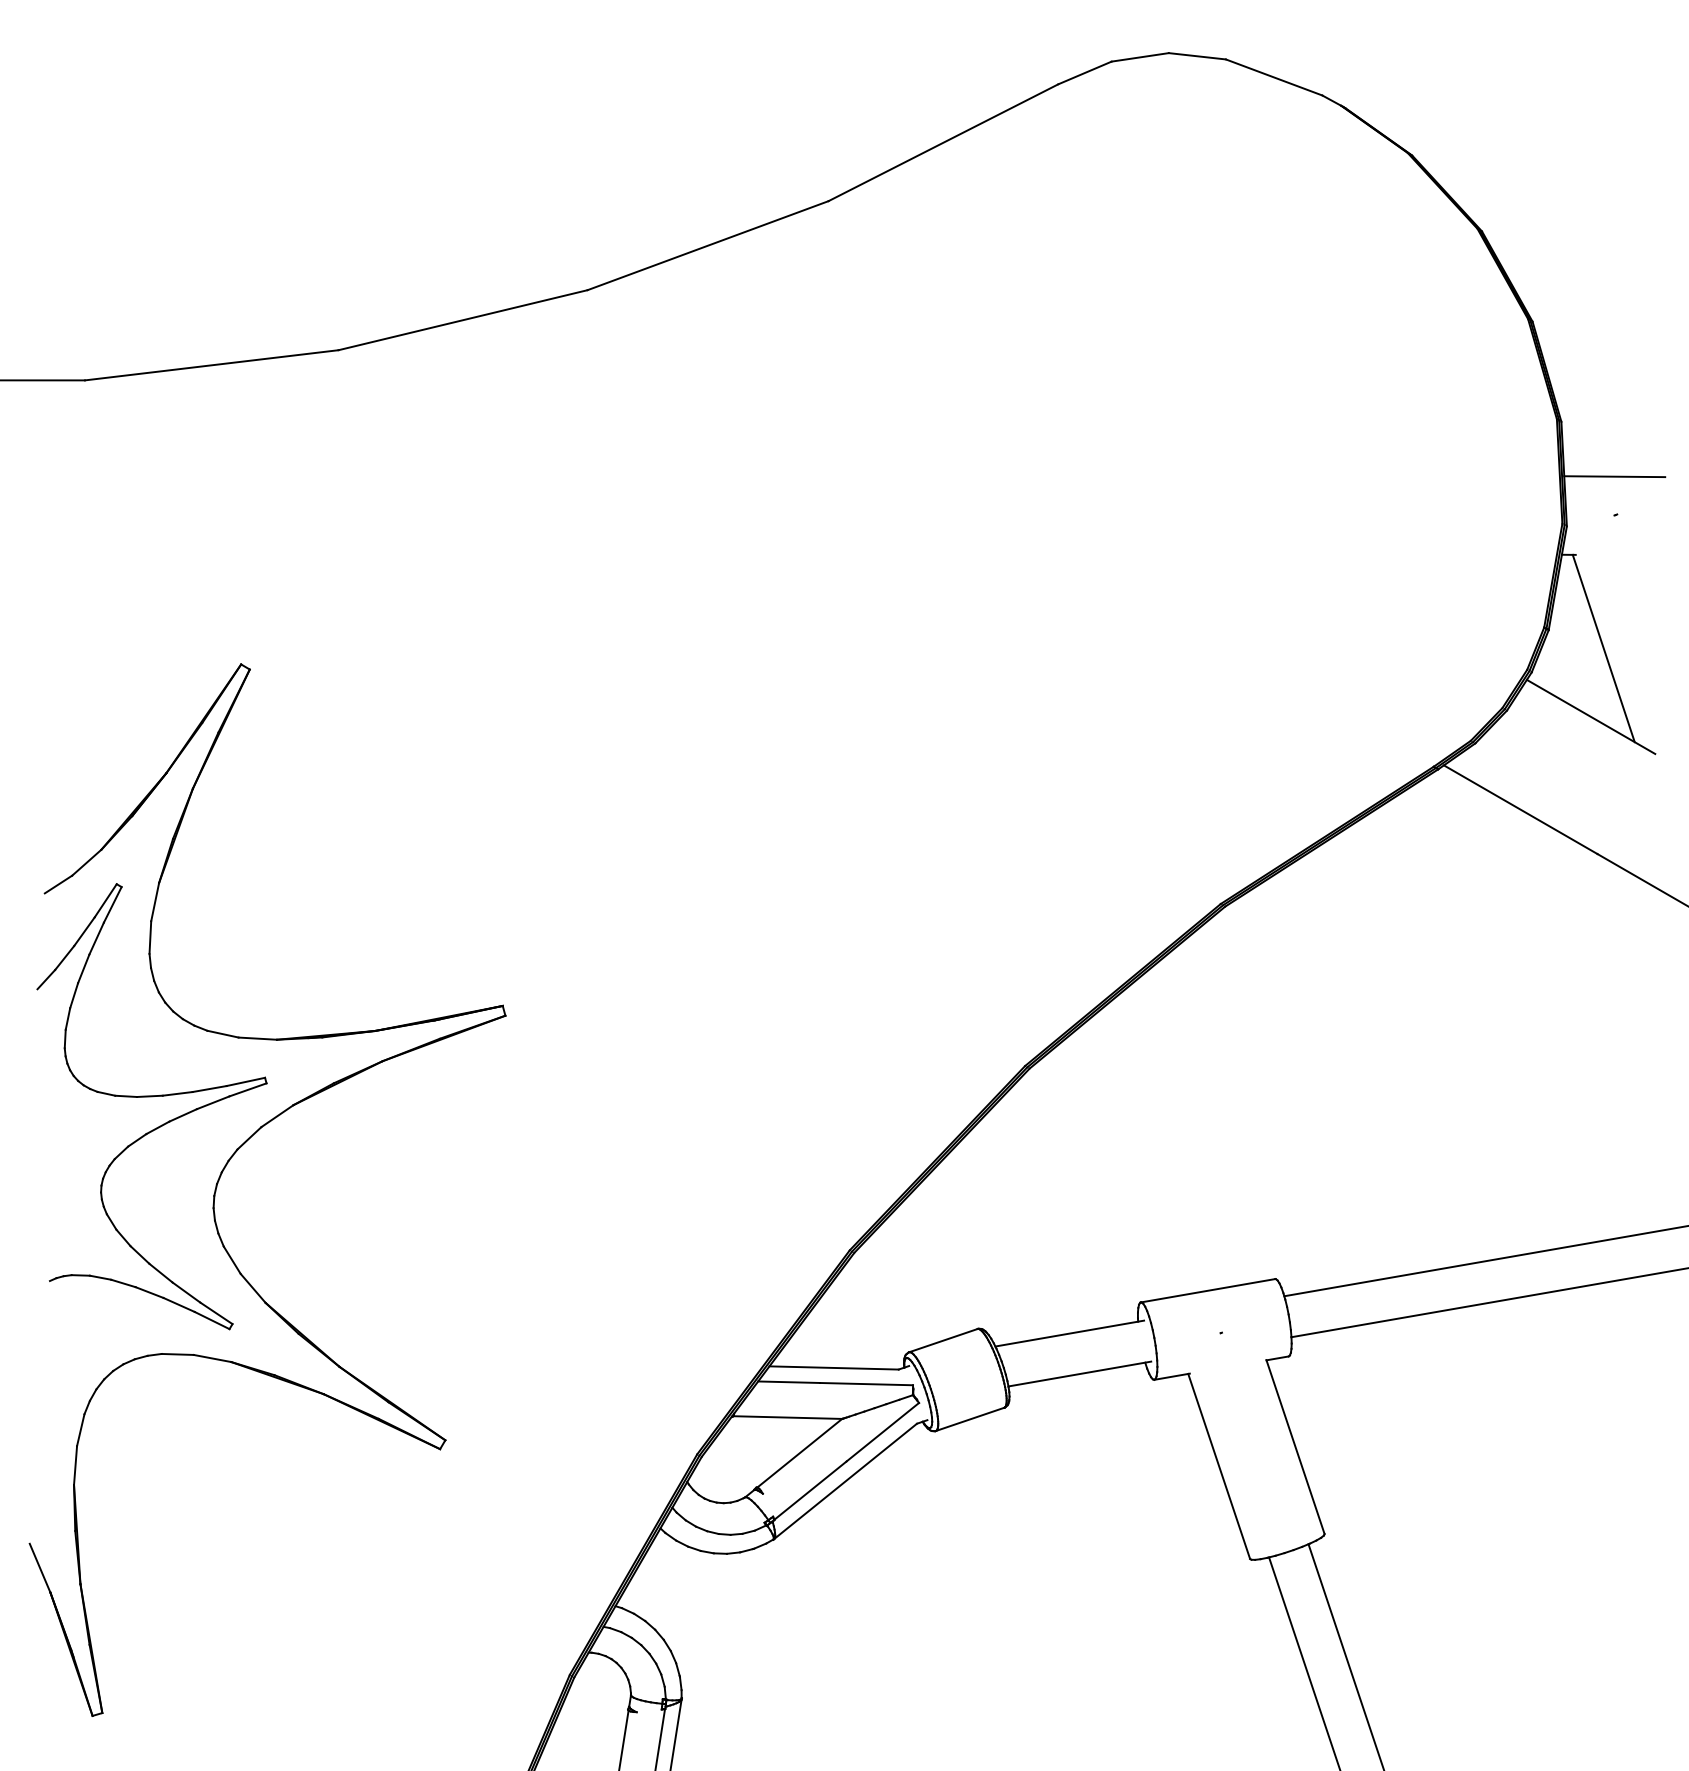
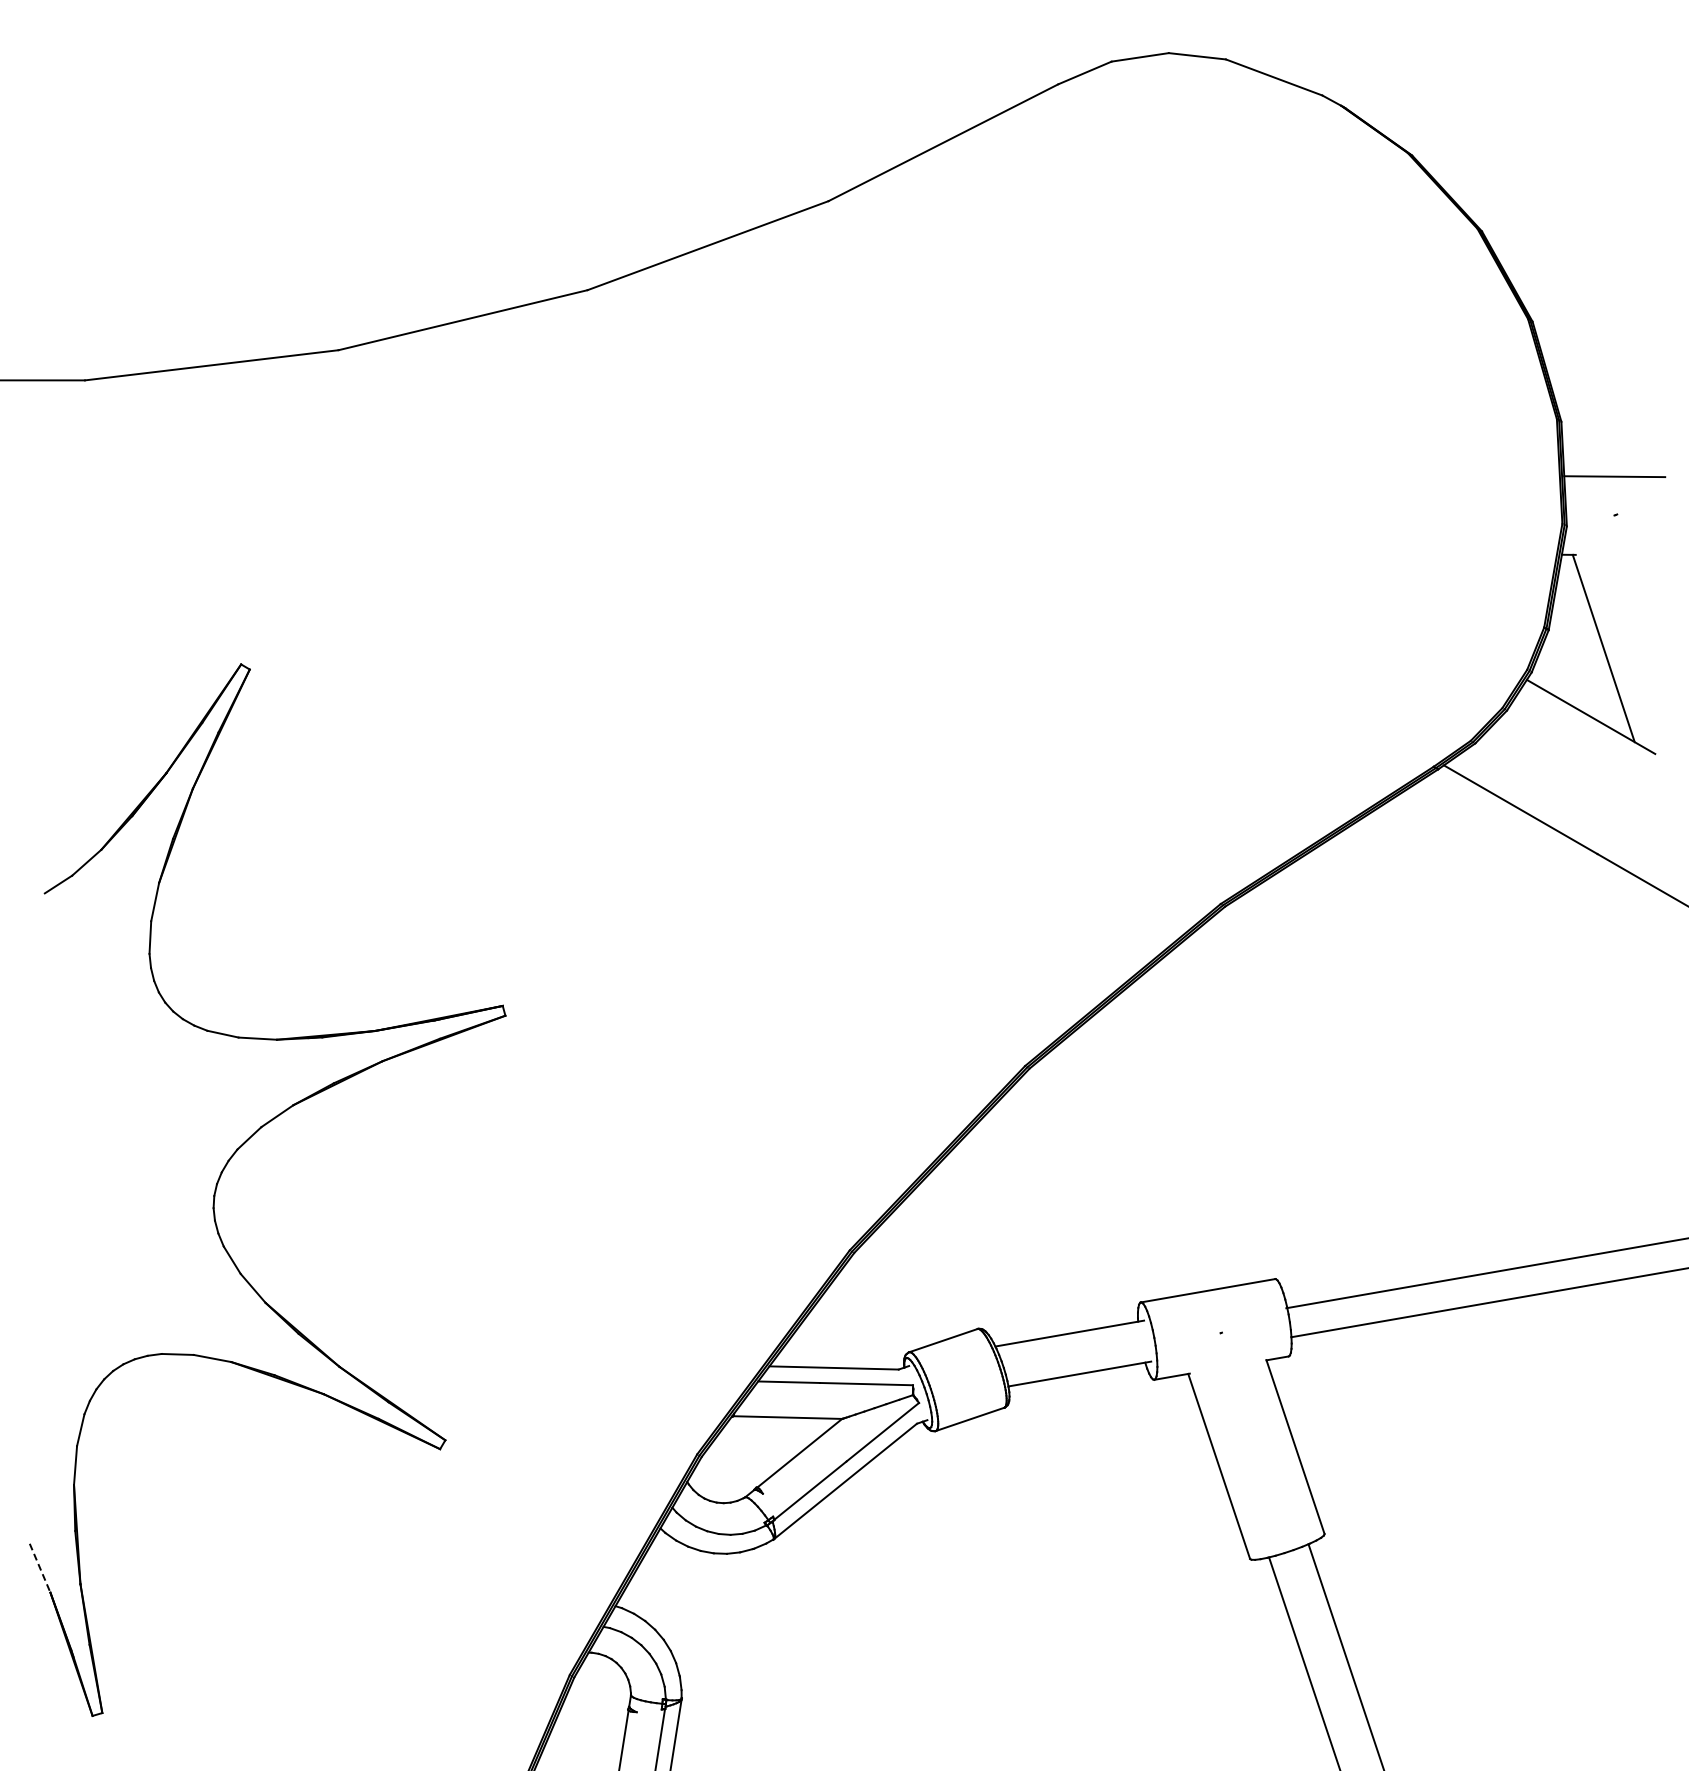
part at (151, 1097): present -> none
line at (1484, 1261) position: (1484, 1261) -> (1485, 1273)
line at (40, 1568): solid -> dashed
